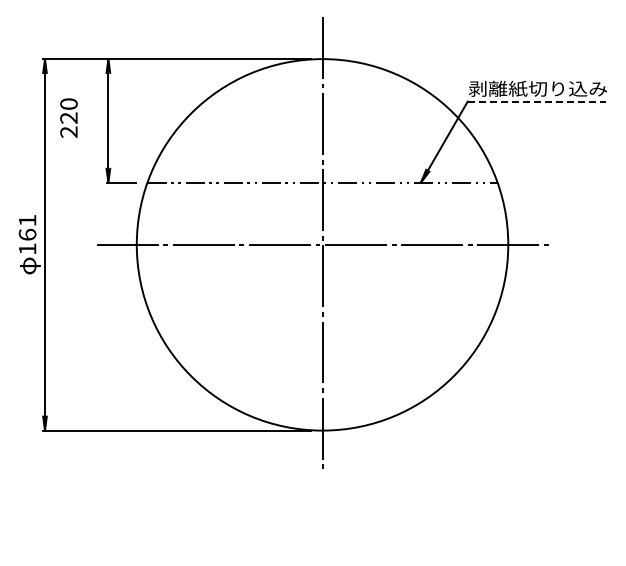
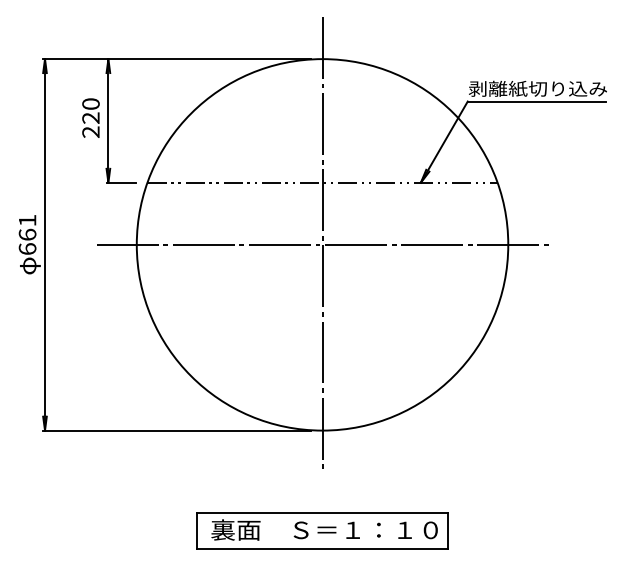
line at (537, 101): dashed -> solid
text at (68, 117) position: (68, 117) -> (90, 117)
text at (27, 248): 161 -> 661
part at (322, 530): none -> present
